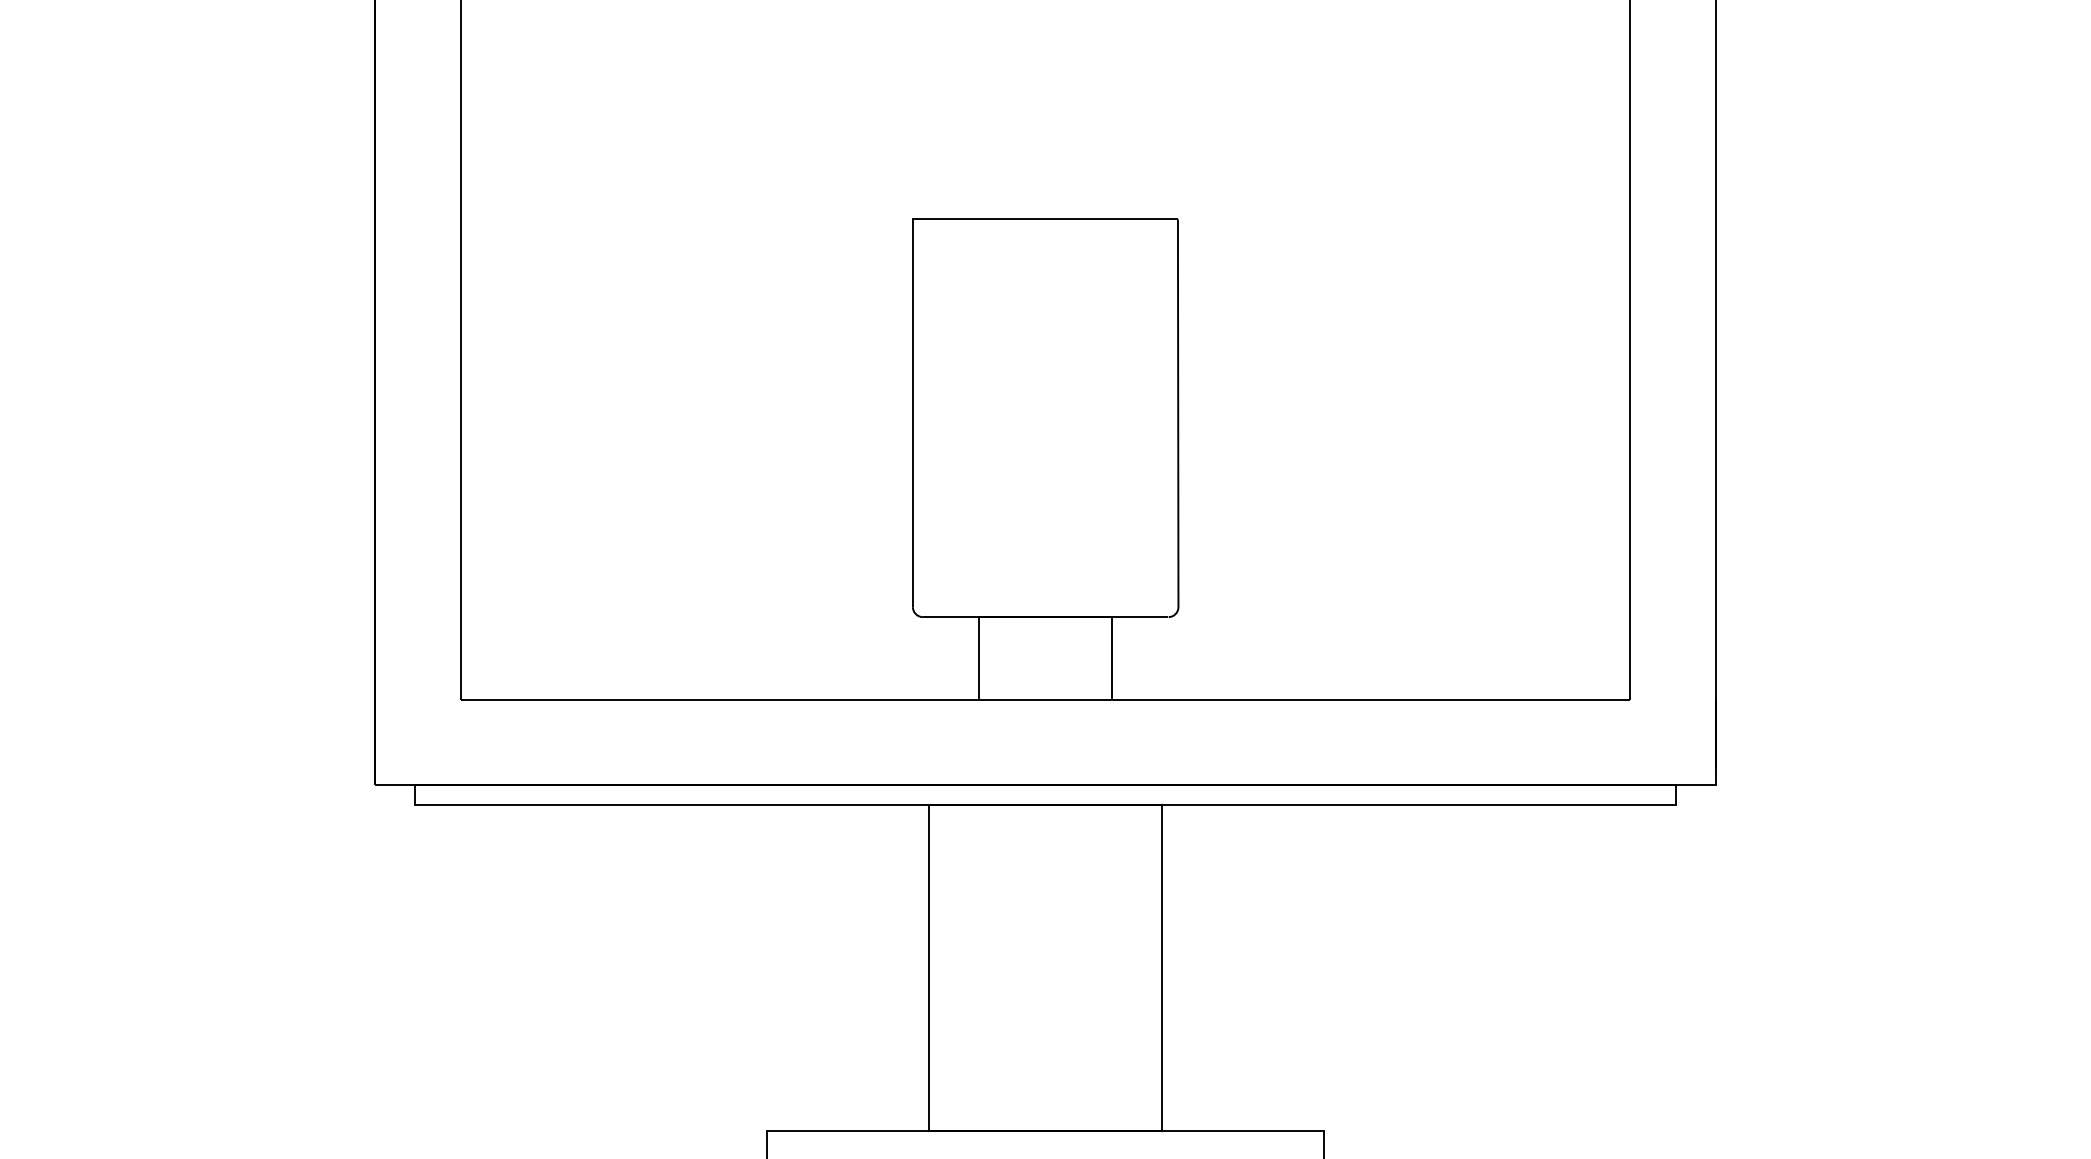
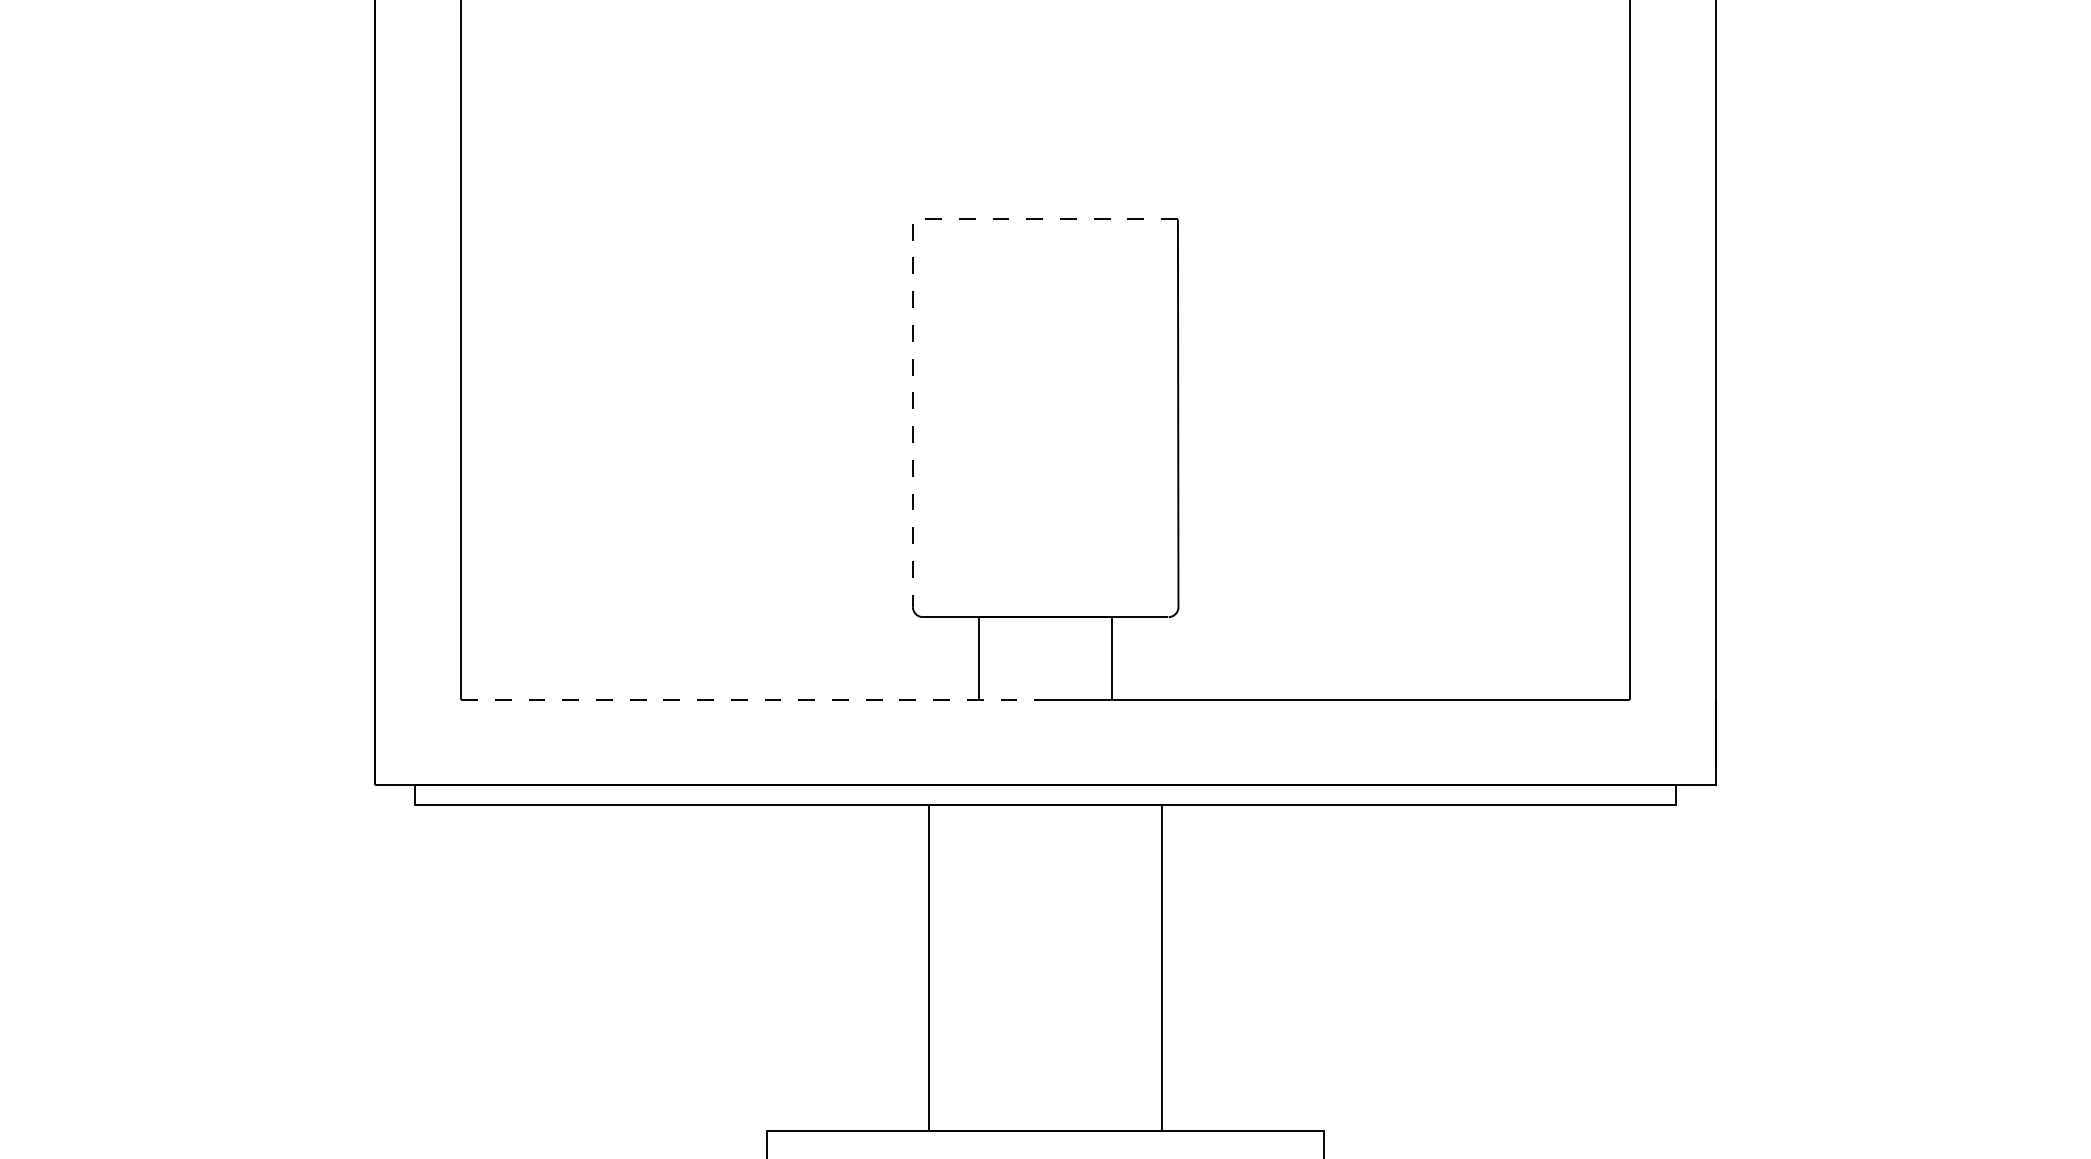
line at (912, 280): solid -> dashed
line at (753, 699): solid -> dashed
